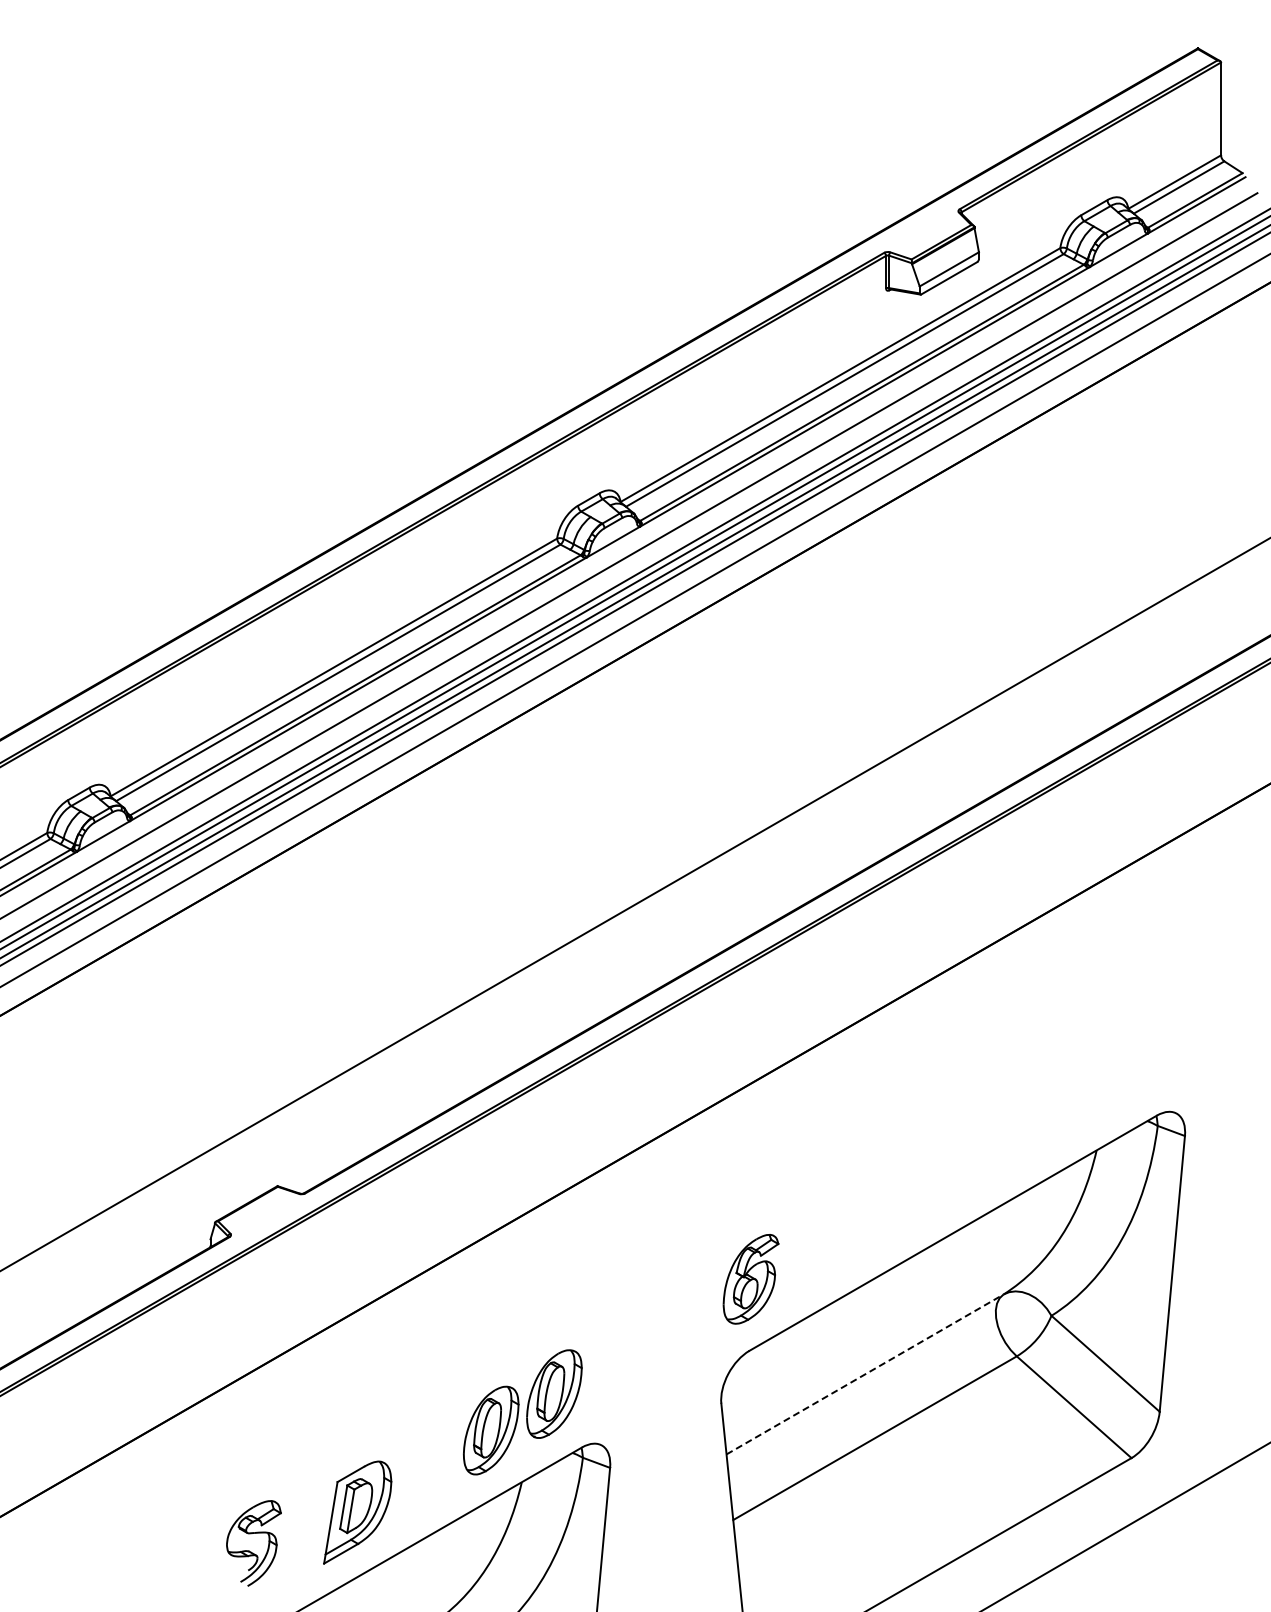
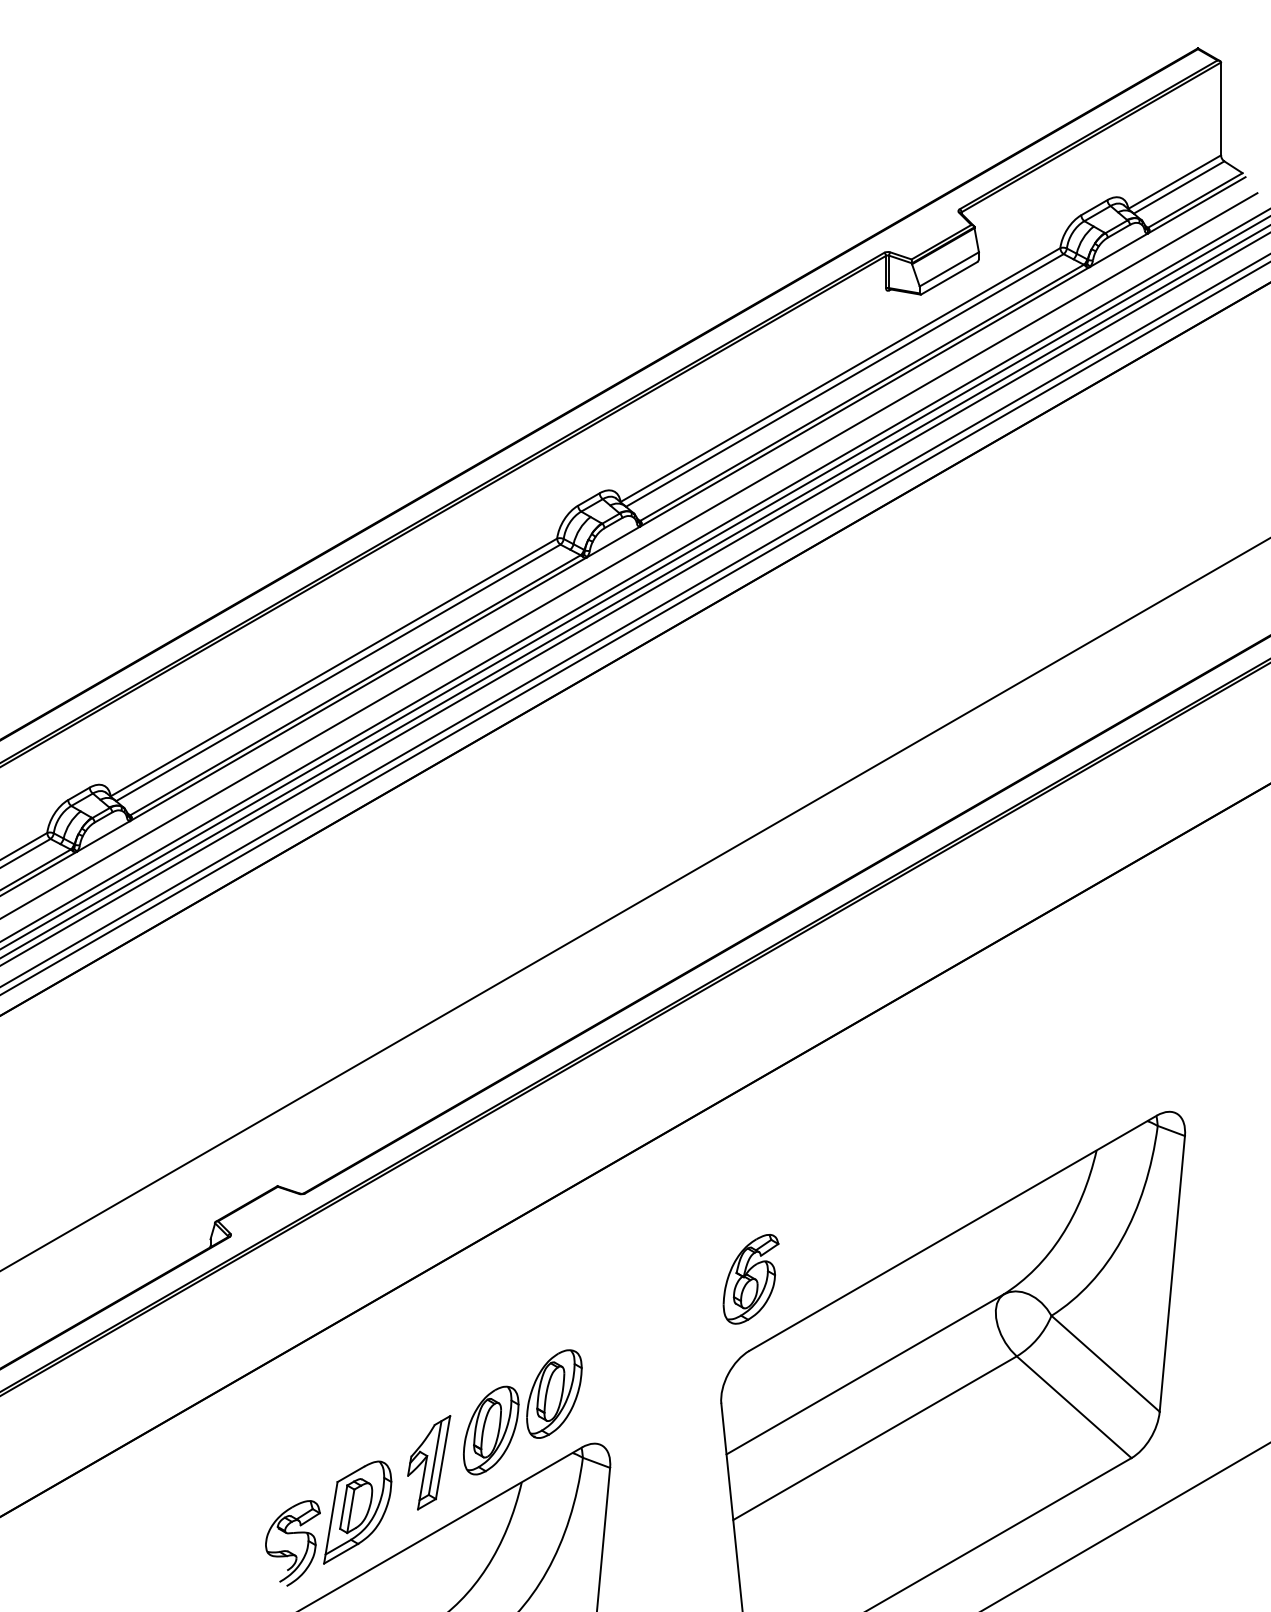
line at (634, 628): none -> present
line at (865, 1374): dashed -> solid
part at (429, 1462): none -> present
part at (249, 1550) position: (249, 1550) -> (288, 1550)
